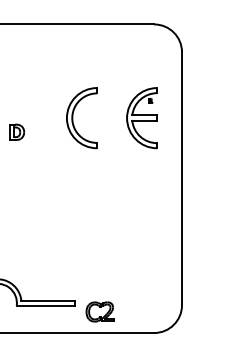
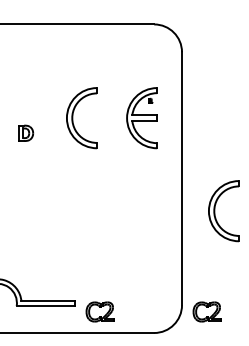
part at (17, 131) position: (17, 131) -> (26, 132)
part at (215, 211): none -> present
part at (206, 311): none -> present
